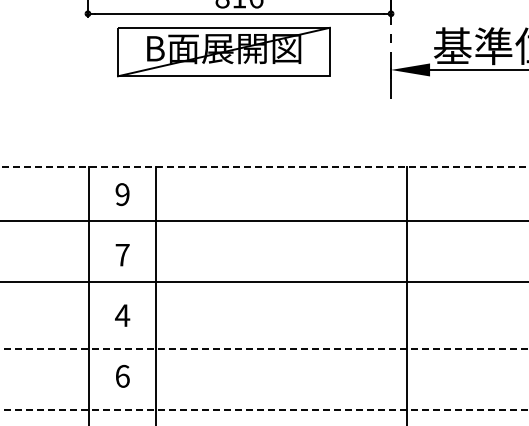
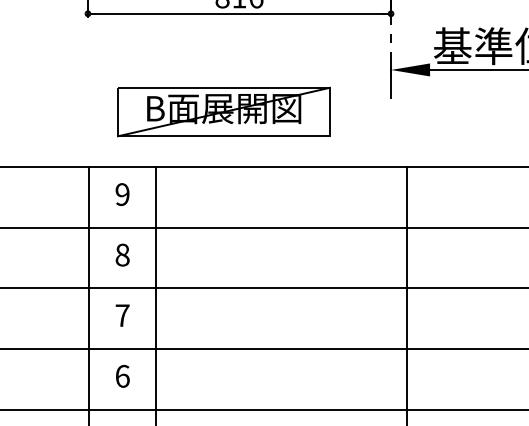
part at (223, 51) position: (223, 51) -> (223, 111)
line at (264, 167): dashed -> solid
line at (263, 220) position: (263, 220) -> (263, 227)
text at (122, 254): 7 -> 8
line at (263, 282) position: (263, 282) -> (263, 288)
text at (122, 315): 4 -> 7
line at (264, 348): dashed -> solid
line at (264, 409): dashed -> solid
